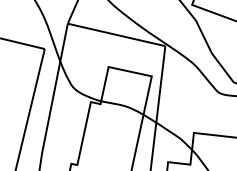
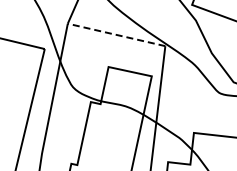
line at (116, 34): solid -> dashed
